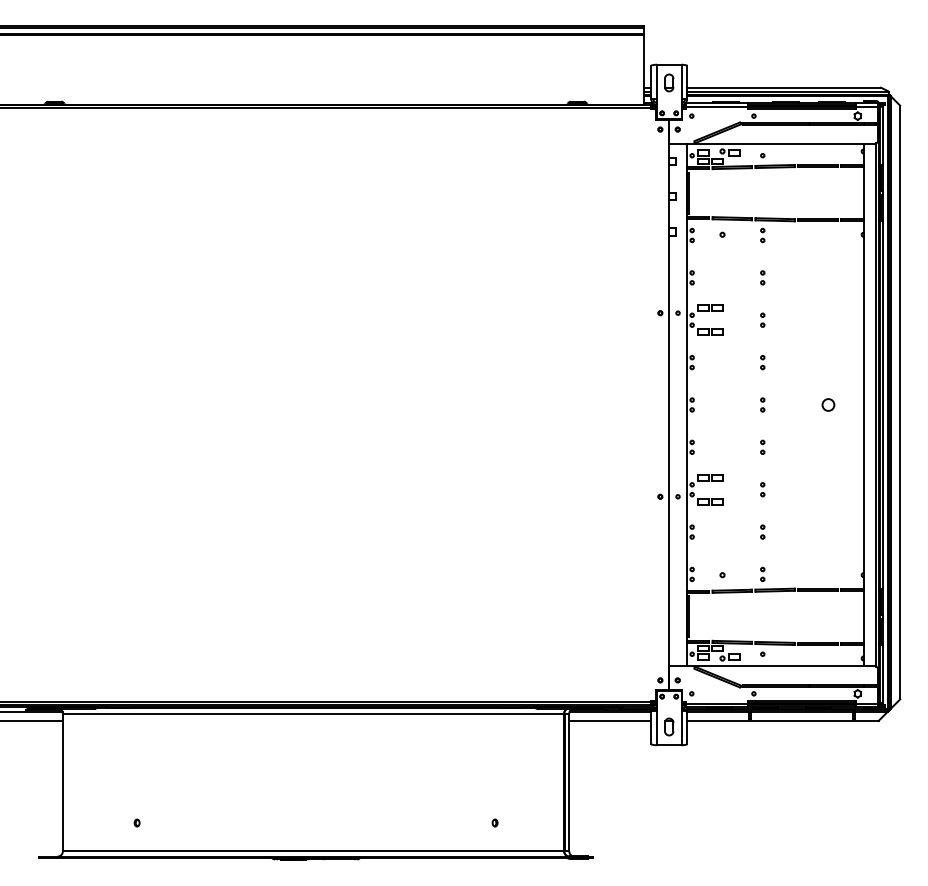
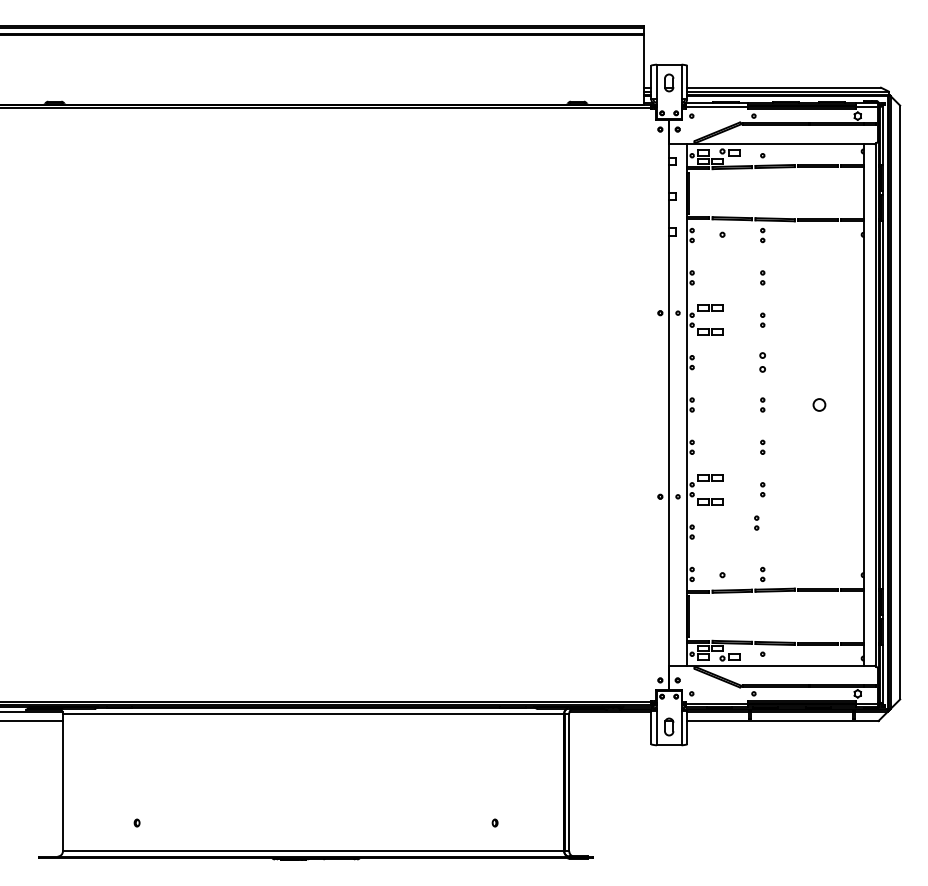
part at (762, 362) size: 6x16 px -> 7x21 px
circle at (828, 404) position: (828, 404) -> (819, 404)
part at (762, 531) position: (762, 531) -> (756, 522)
line at (610, 721): present -> none
